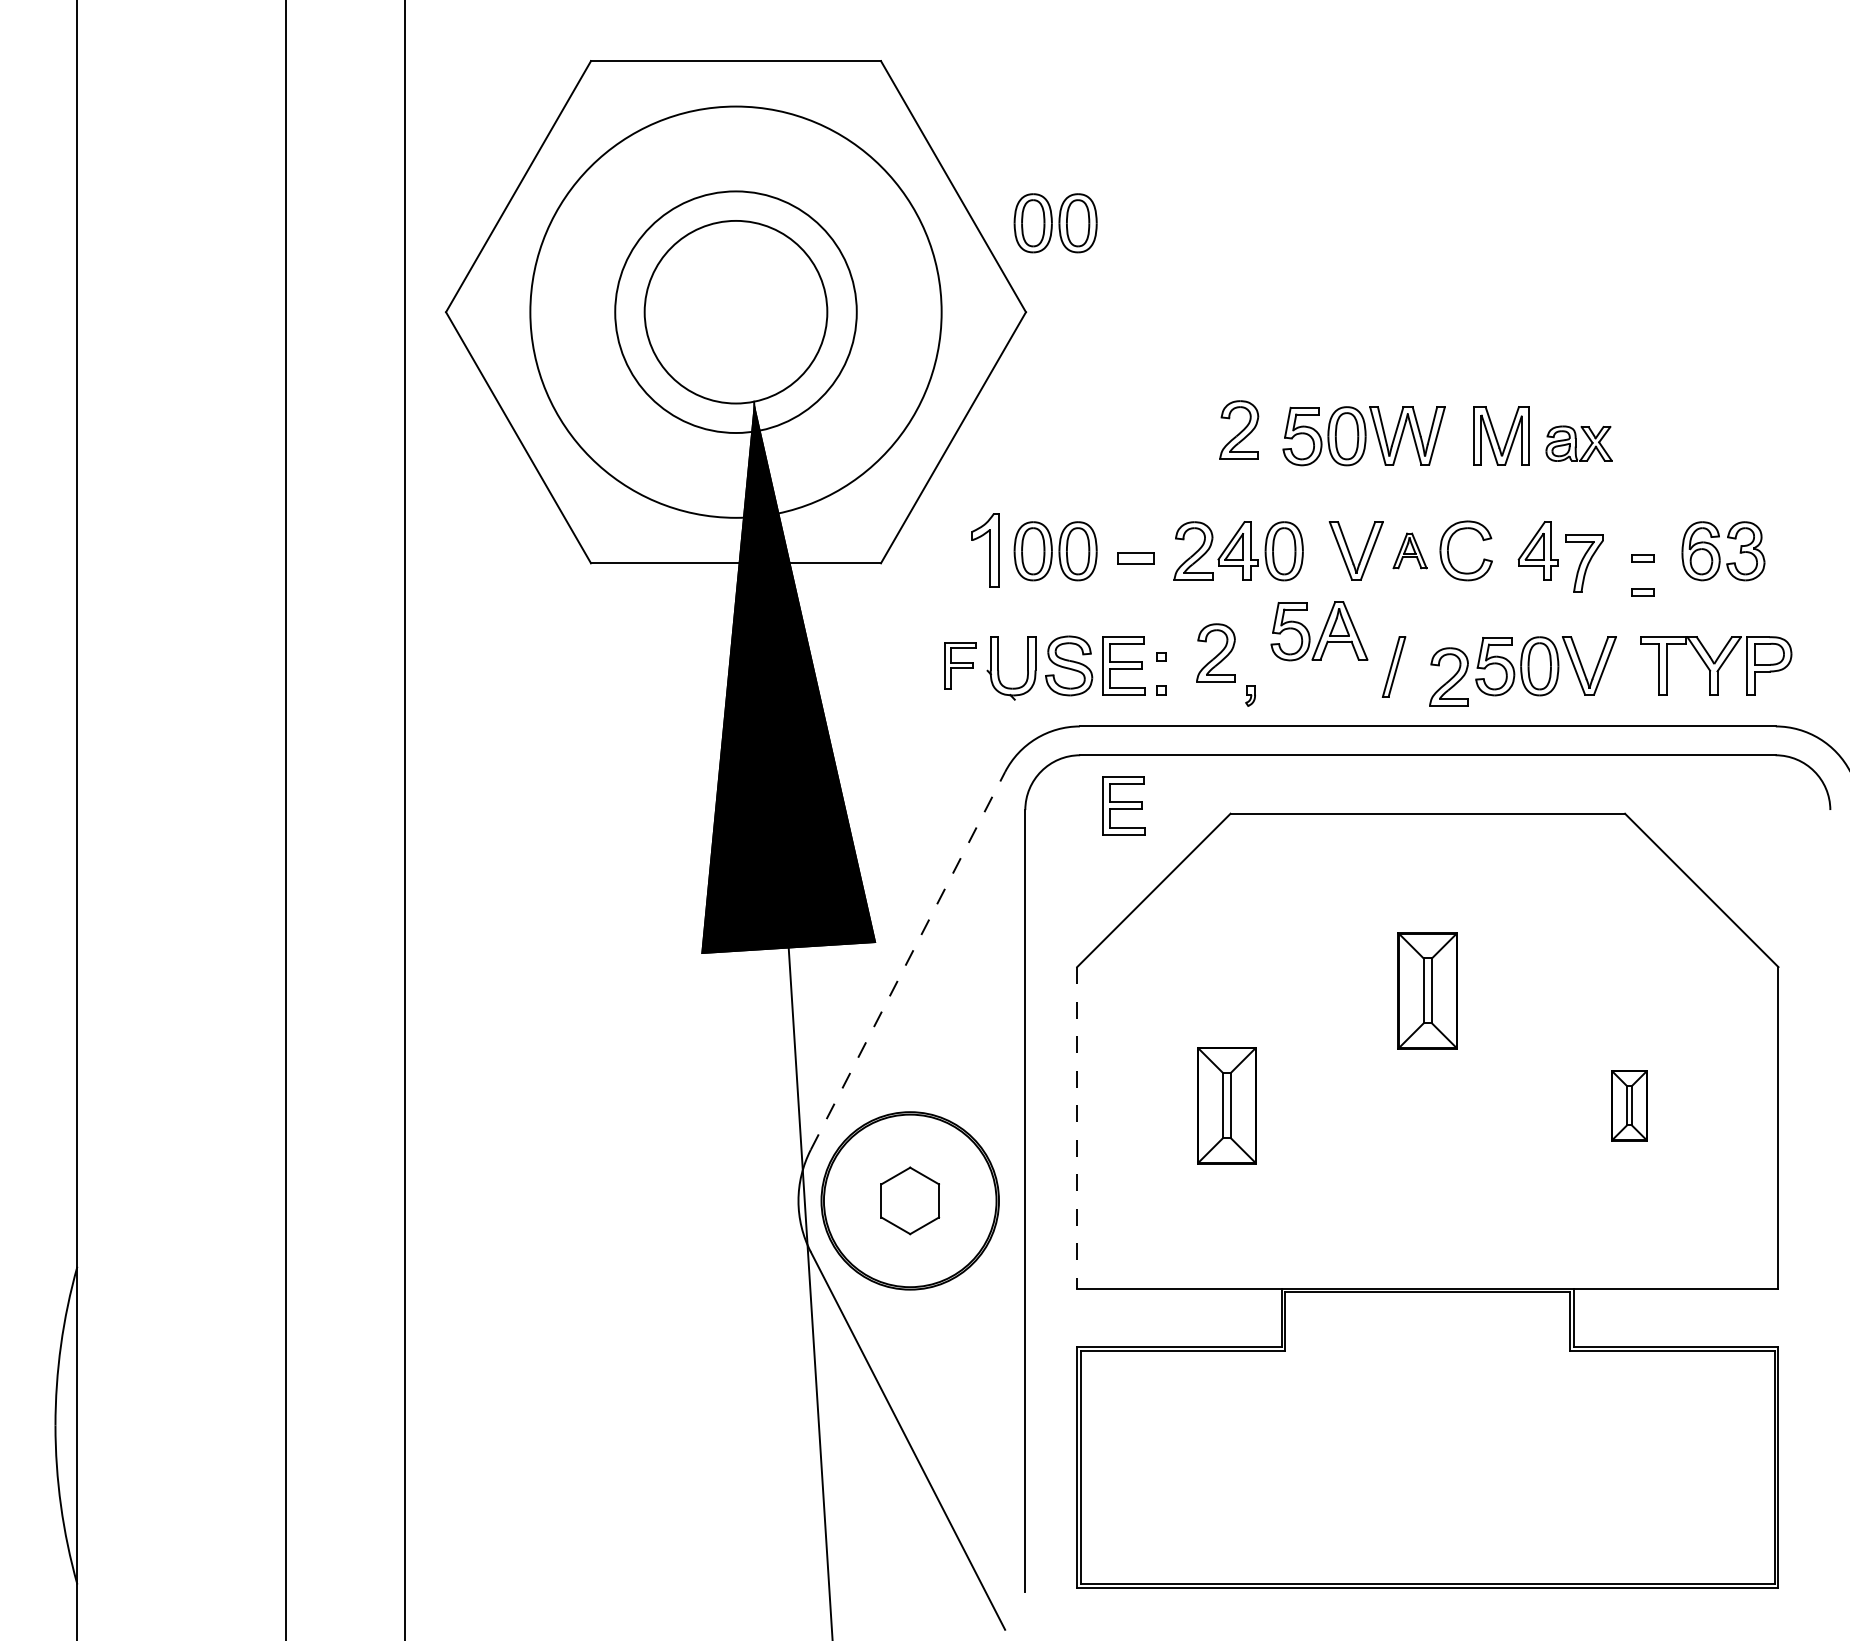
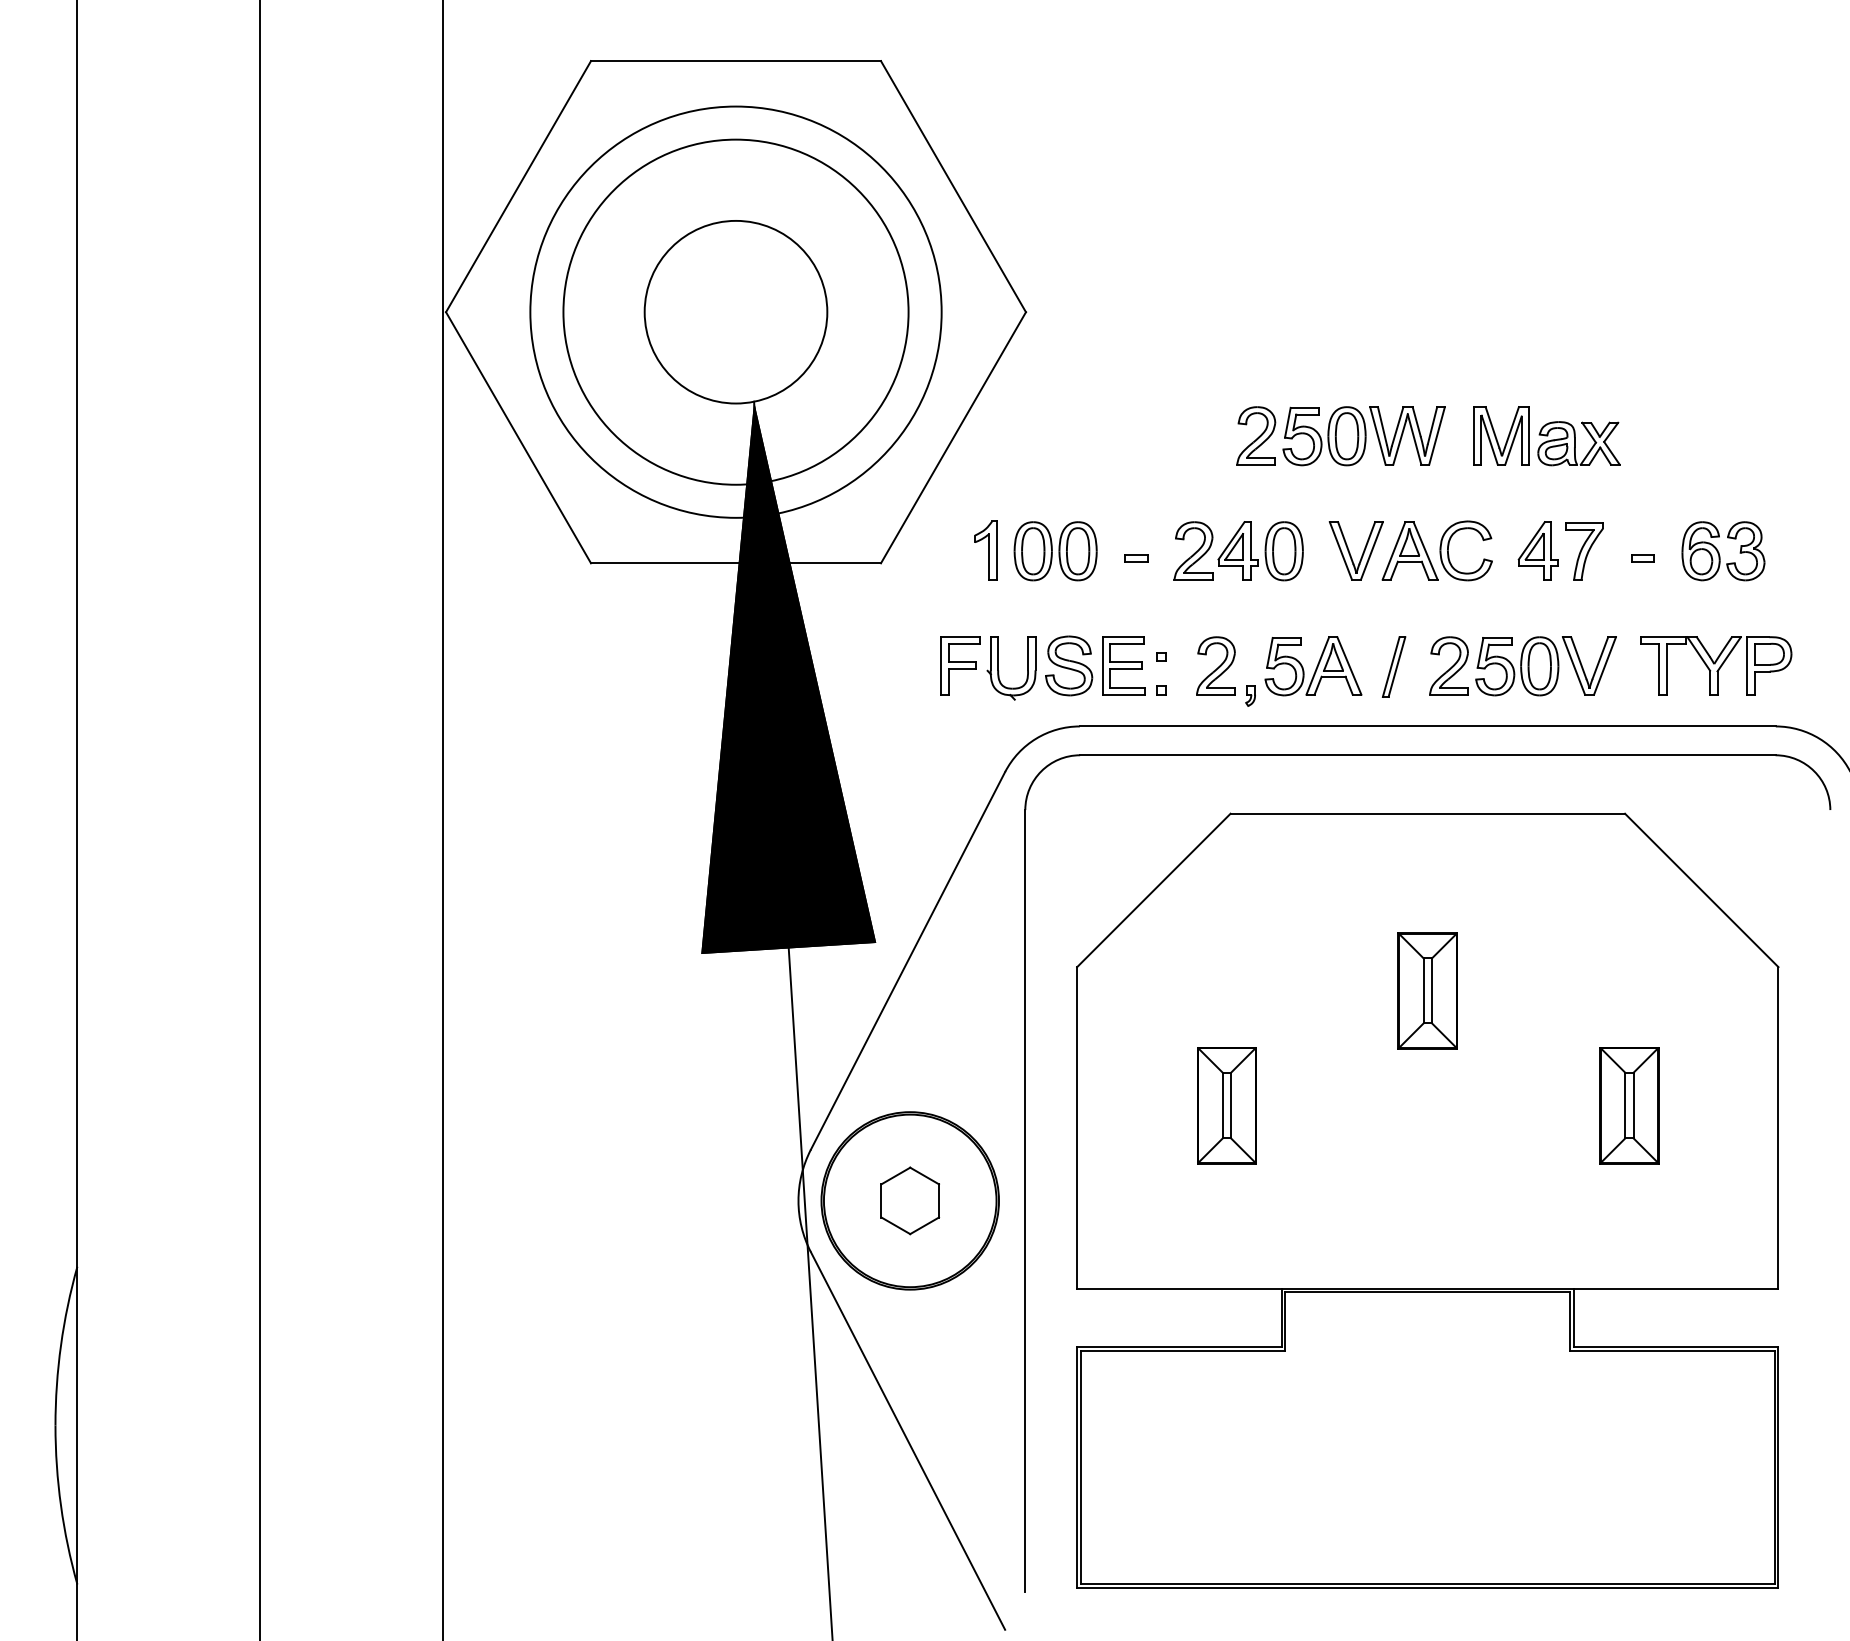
part at (1055, 223): present -> none
circle at (735, 312) diameter: 242 px -> 345 px
part at (1239, 429) position: (1239, 429) -> (1256, 435)
part at (1578, 443) size: 68x37 px -> 84x46 px
part at (985, 550) size: 29x75 px -> 24x61 px
part at (1409, 550) size: 36x38 px -> 58x60 px
part at (1135, 558) size: 38x13 px -> 25x9 px
part at (1584, 563) position: (1584, 563) -> (1584, 551)
part at (1642, 592): present -> none
part at (1319, 631) position: (1319, 631) -> (1313, 666)
part at (1215, 652) position: (1215, 652) -> (1215, 665)
part at (960, 665) size: 33x48 px -> 41x60 px
part at (1448, 676) position: (1448, 676) -> (1448, 665)
part at (1123, 805): present -> none
line at (286, 819) position: (286, 819) -> (260, 819)
line at (404, 819) position: (404, 819) -> (442, 819)
line at (908, 960): dashed -> solid
part at (1629, 1105) size: 37x72 px -> 61x118 px
line at (1077, 1127): dashed -> solid
